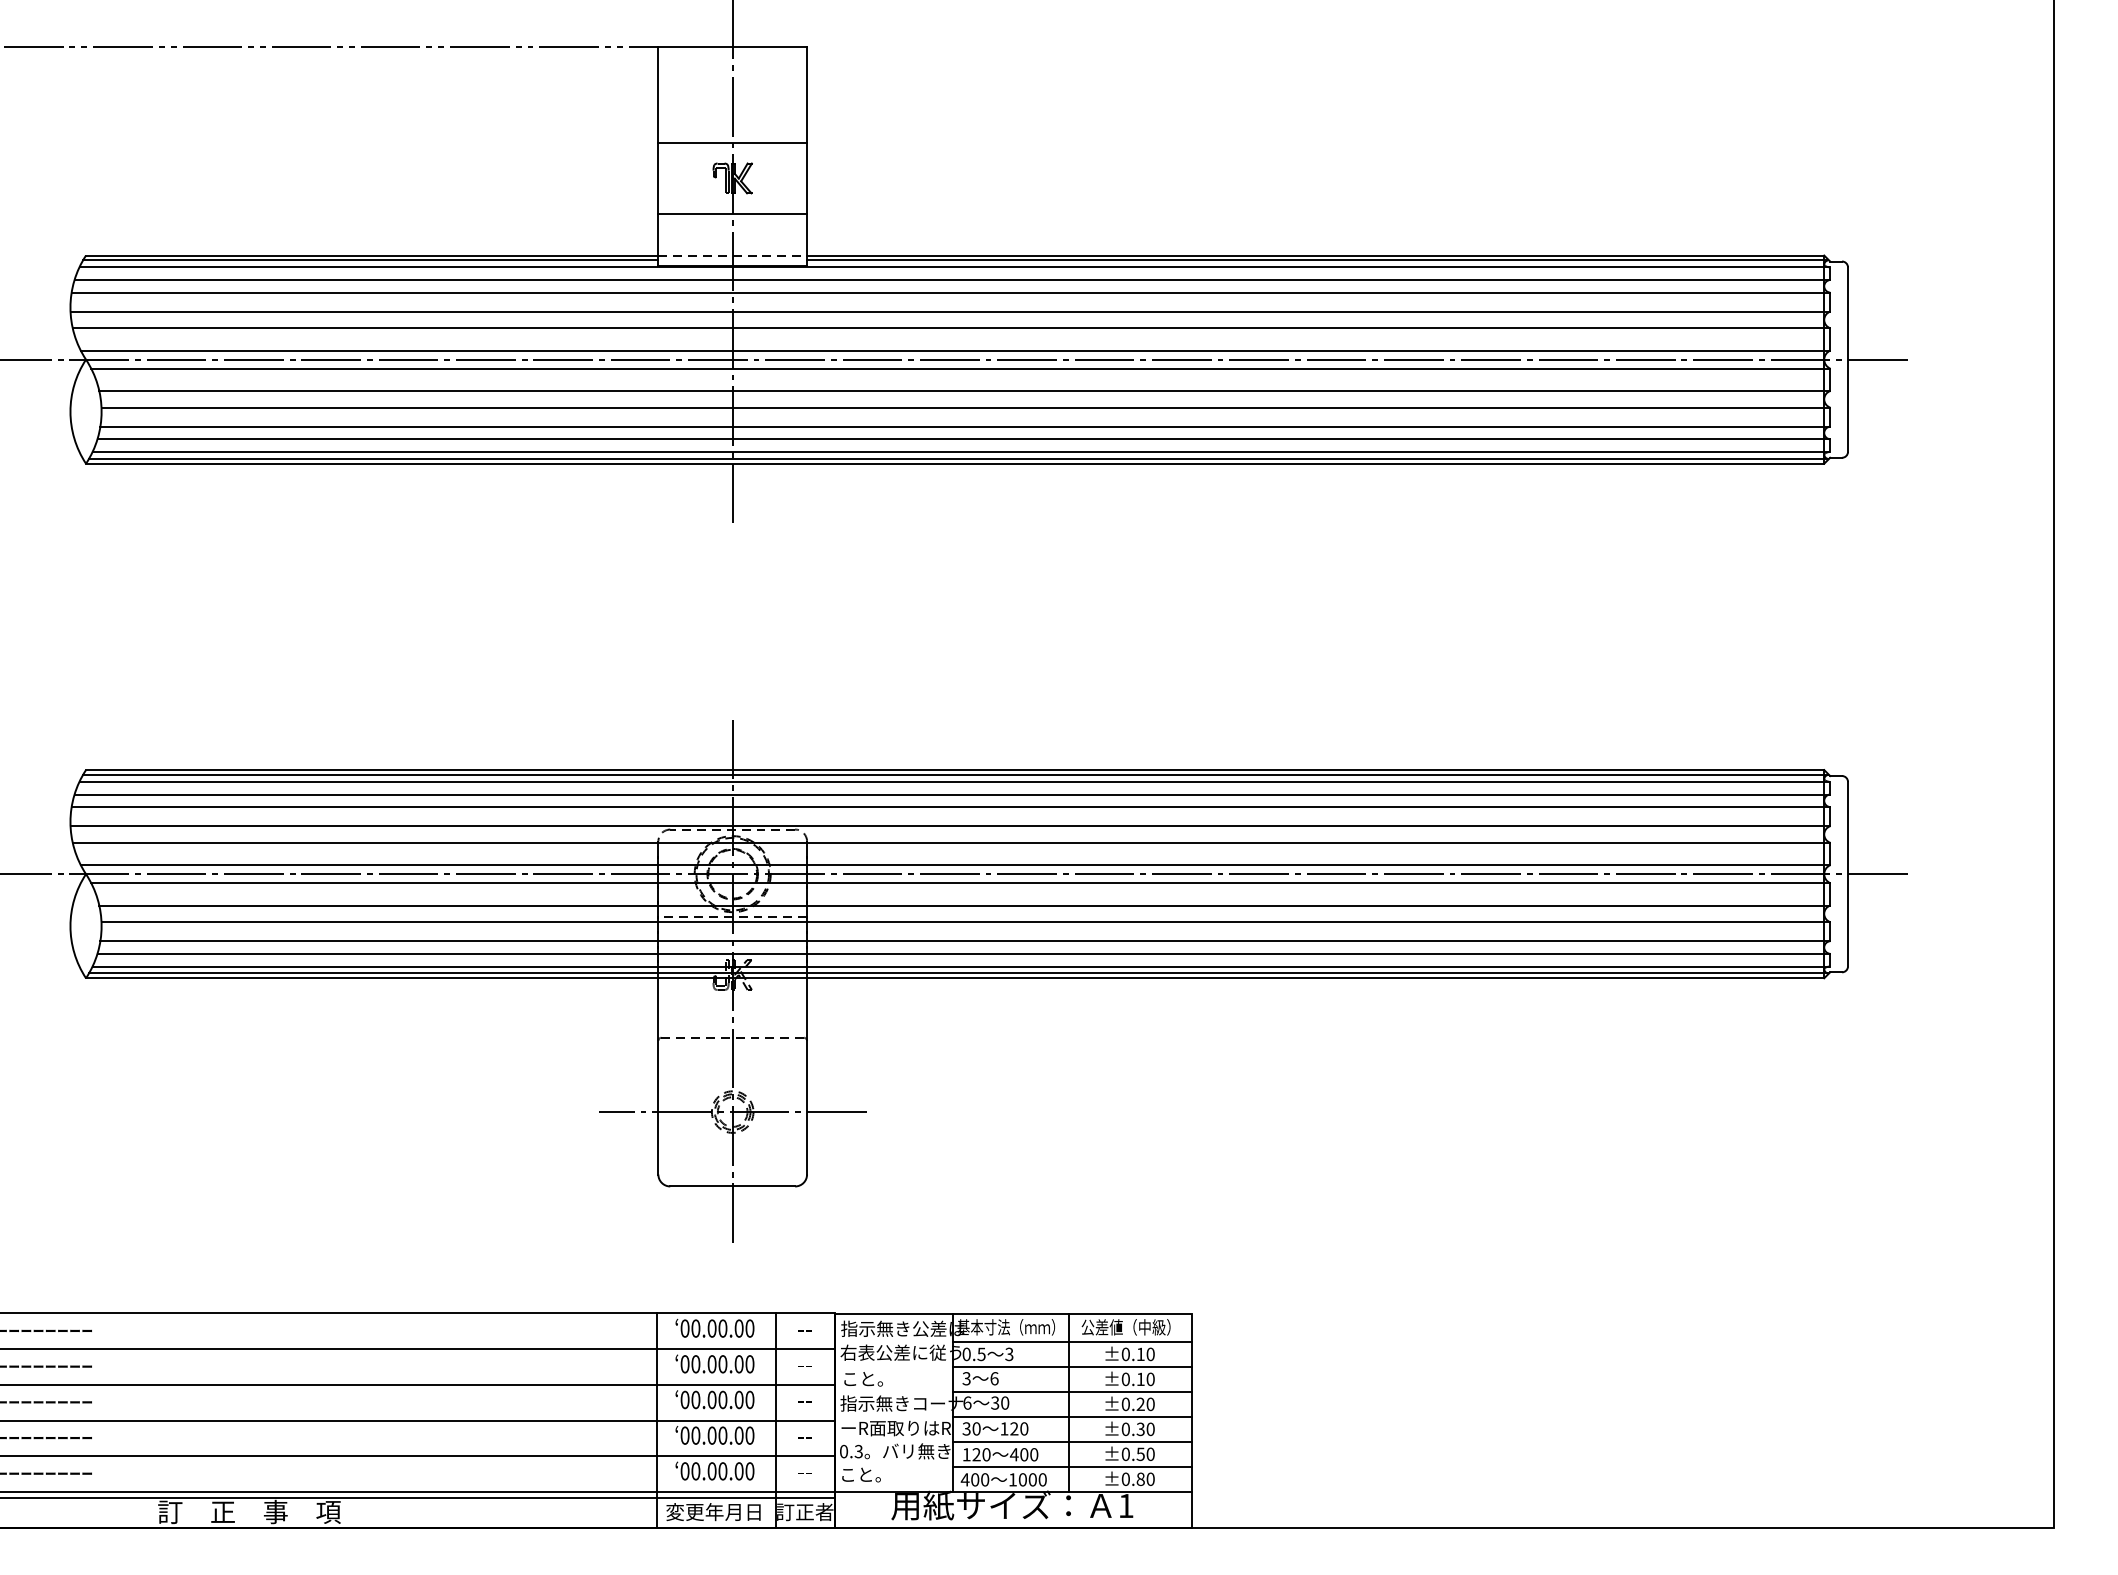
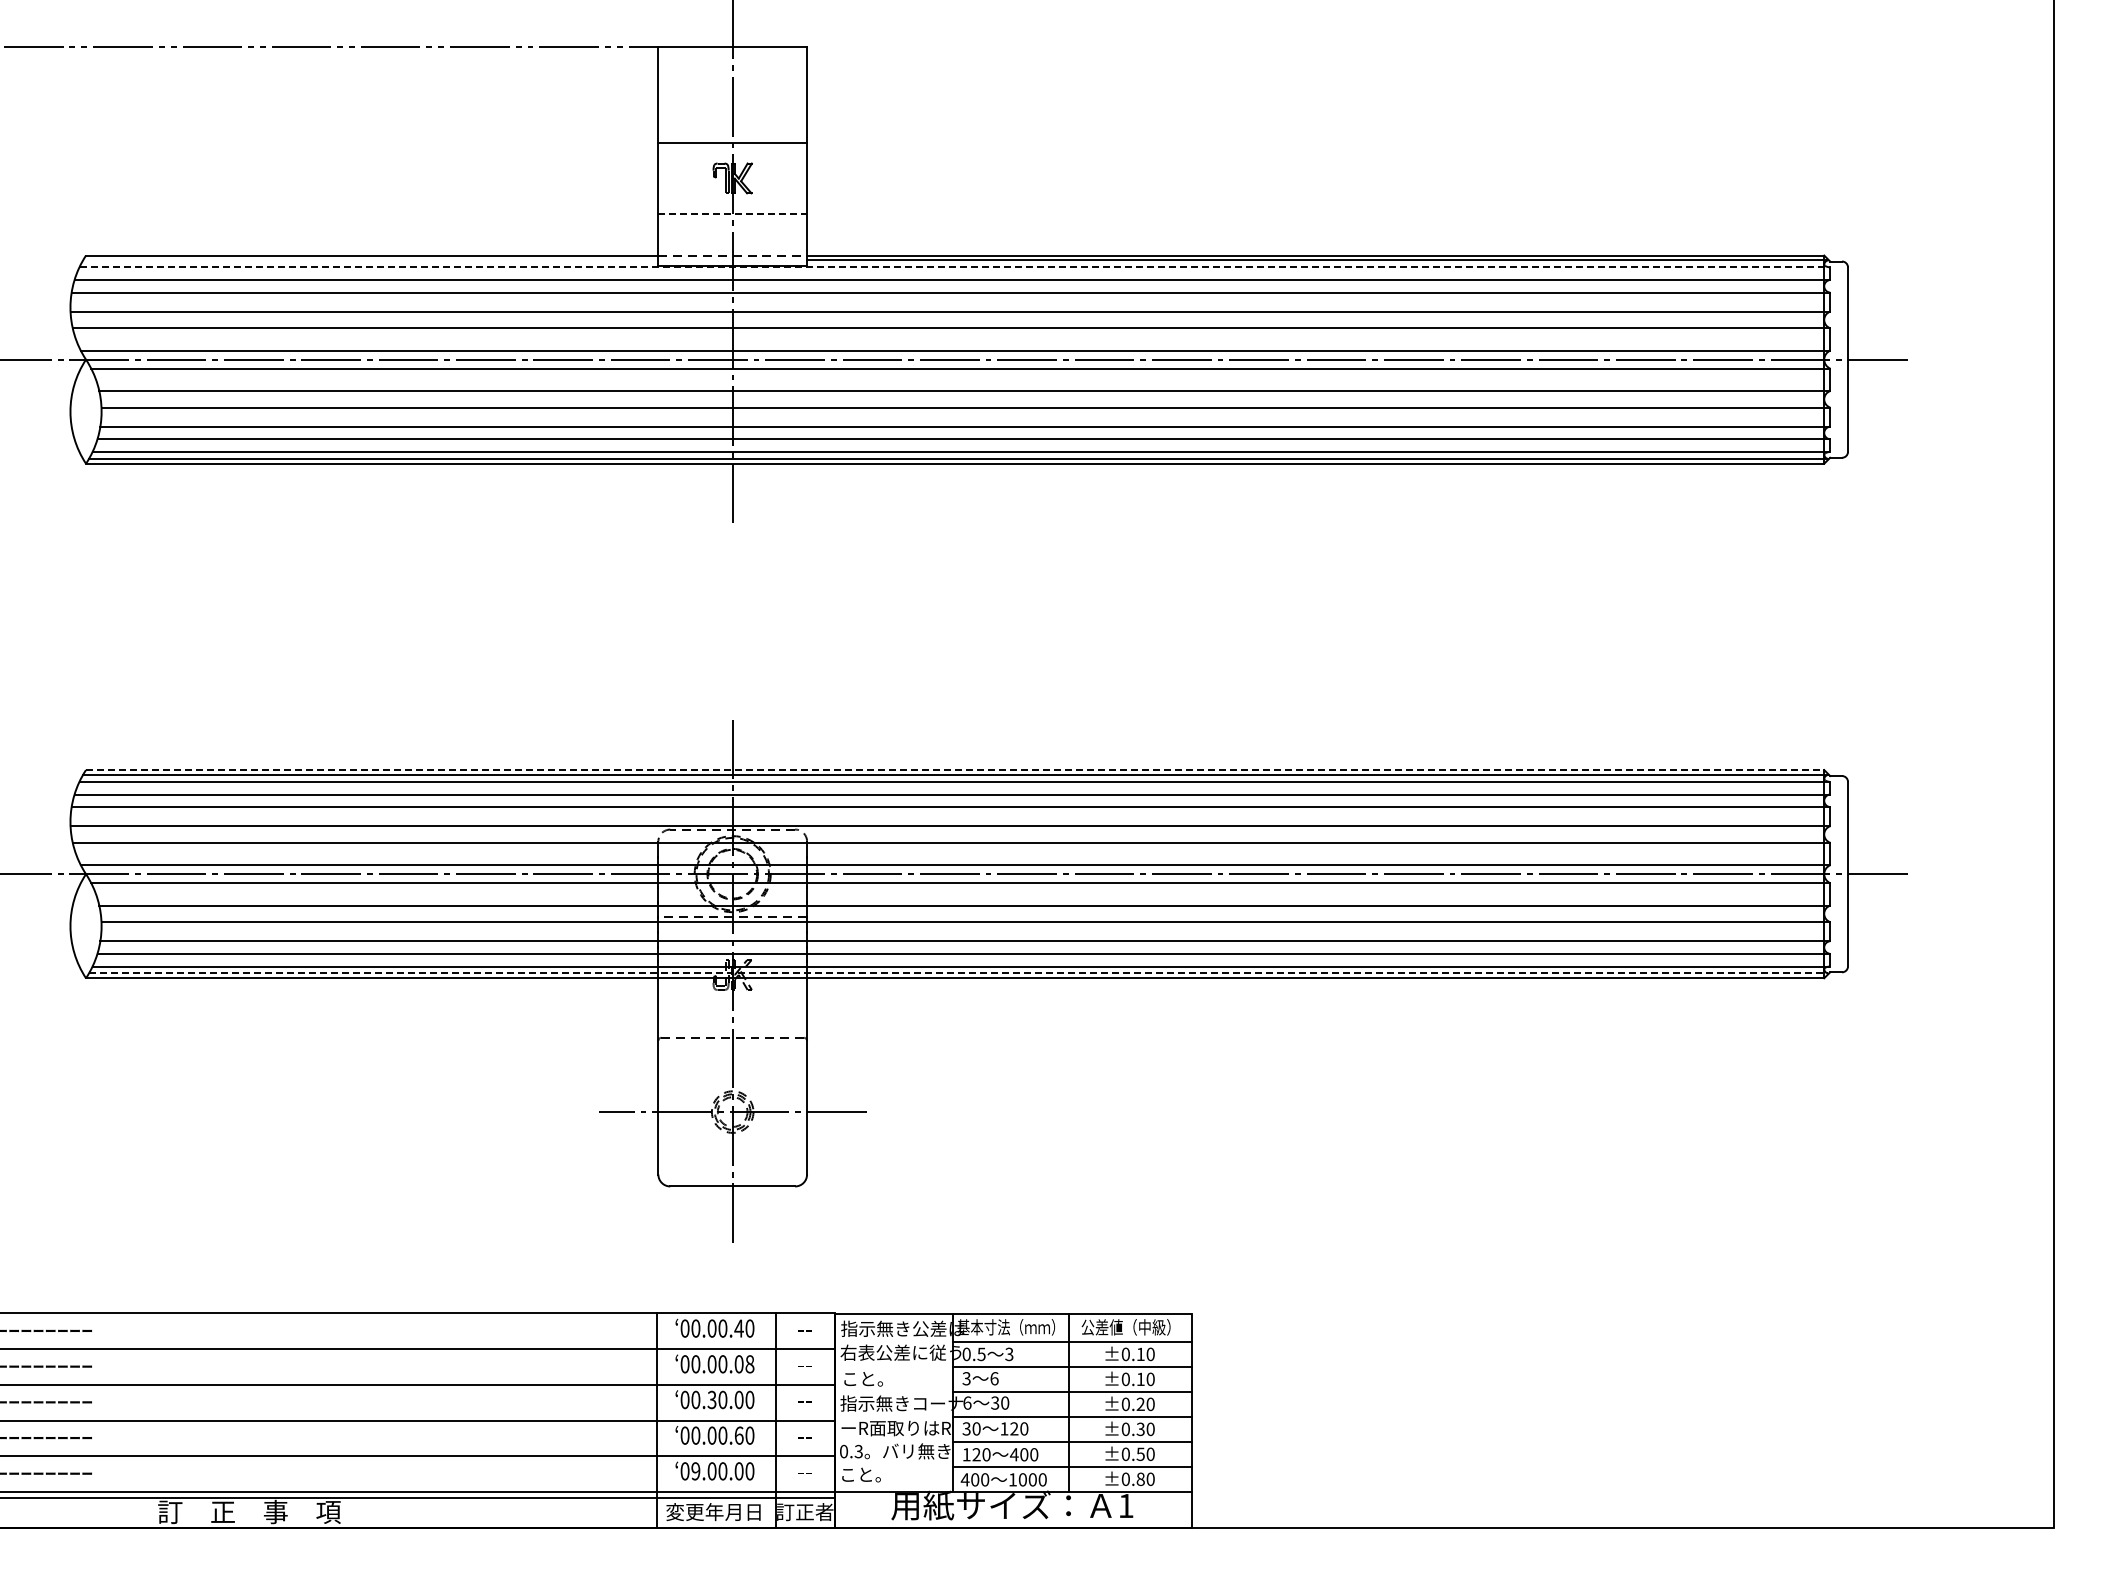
line at (733, 213): solid -> dashed
line at (370, 260): present -> none
line at (954, 267): solid -> dashed
line at (955, 770): solid -> dashed
line at (958, 973): solid -> dashed
text at (738, 1328): 00.00.00 -> 00.00.40
text at (749, 1364): 00.00.00 -> 00.00.08
text at (711, 1399): 00.00.00 -> 00.30.00
text at (738, 1435): 00.00.00 -> 00.00.60
text at (695, 1471): 00.00.00 -> 09.00.00
